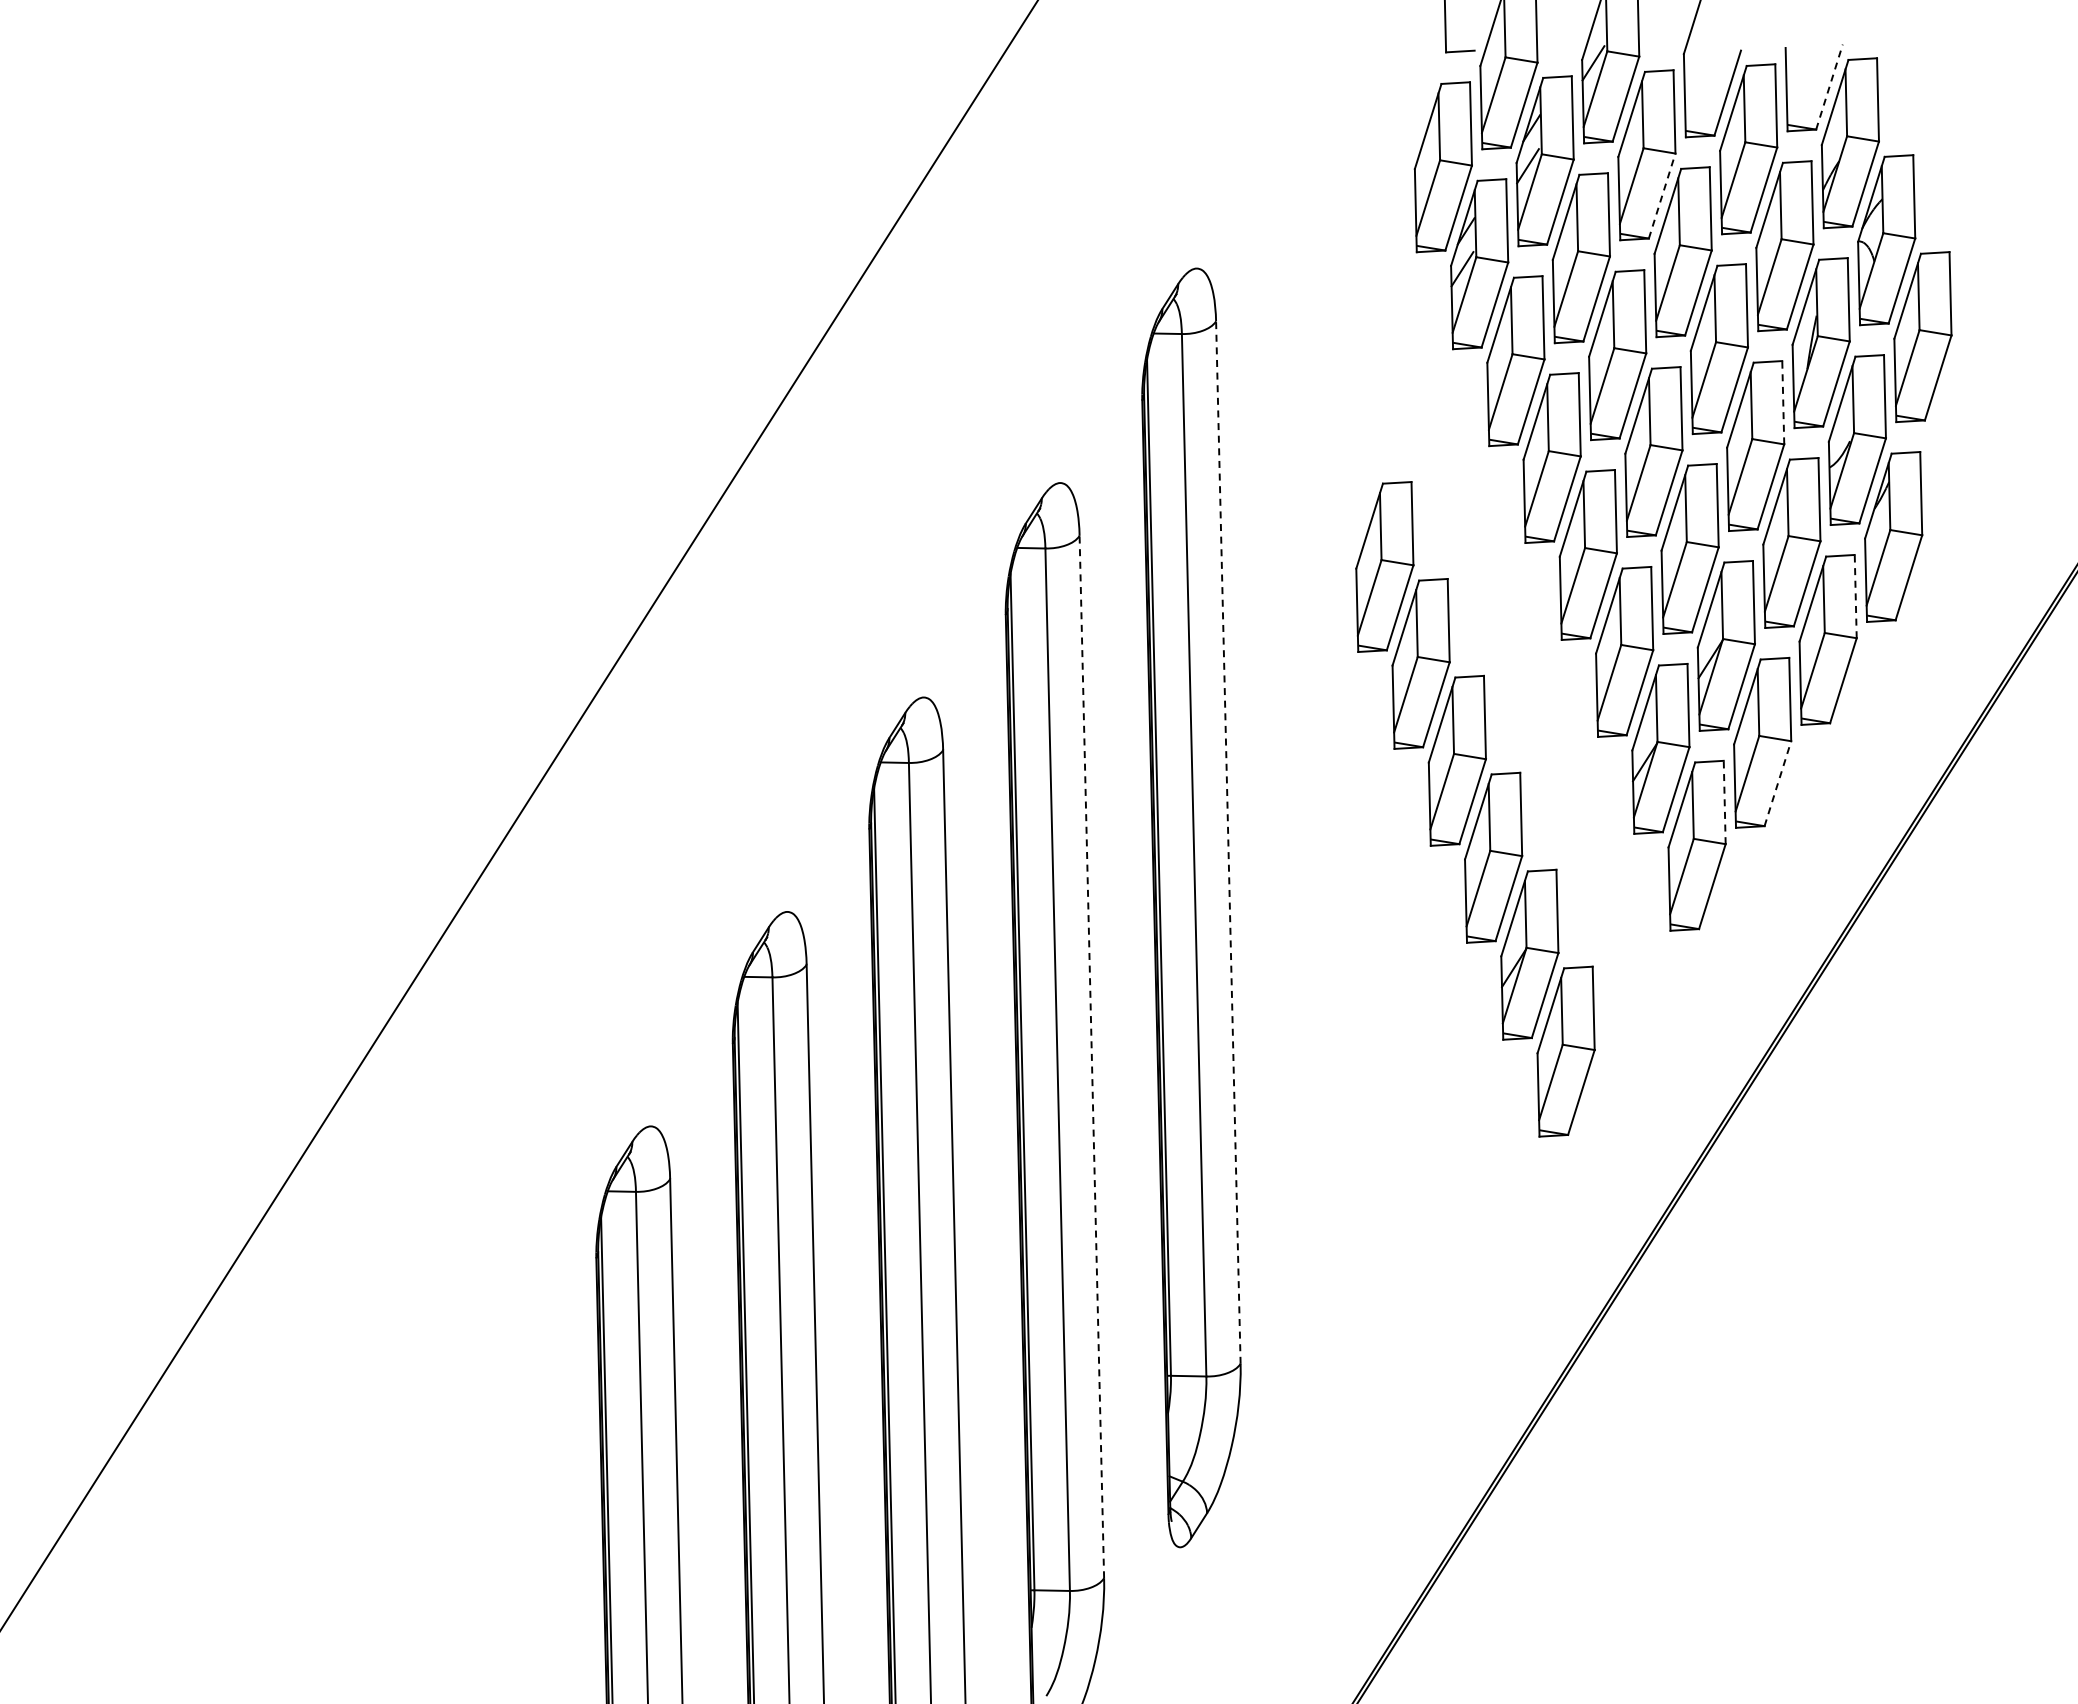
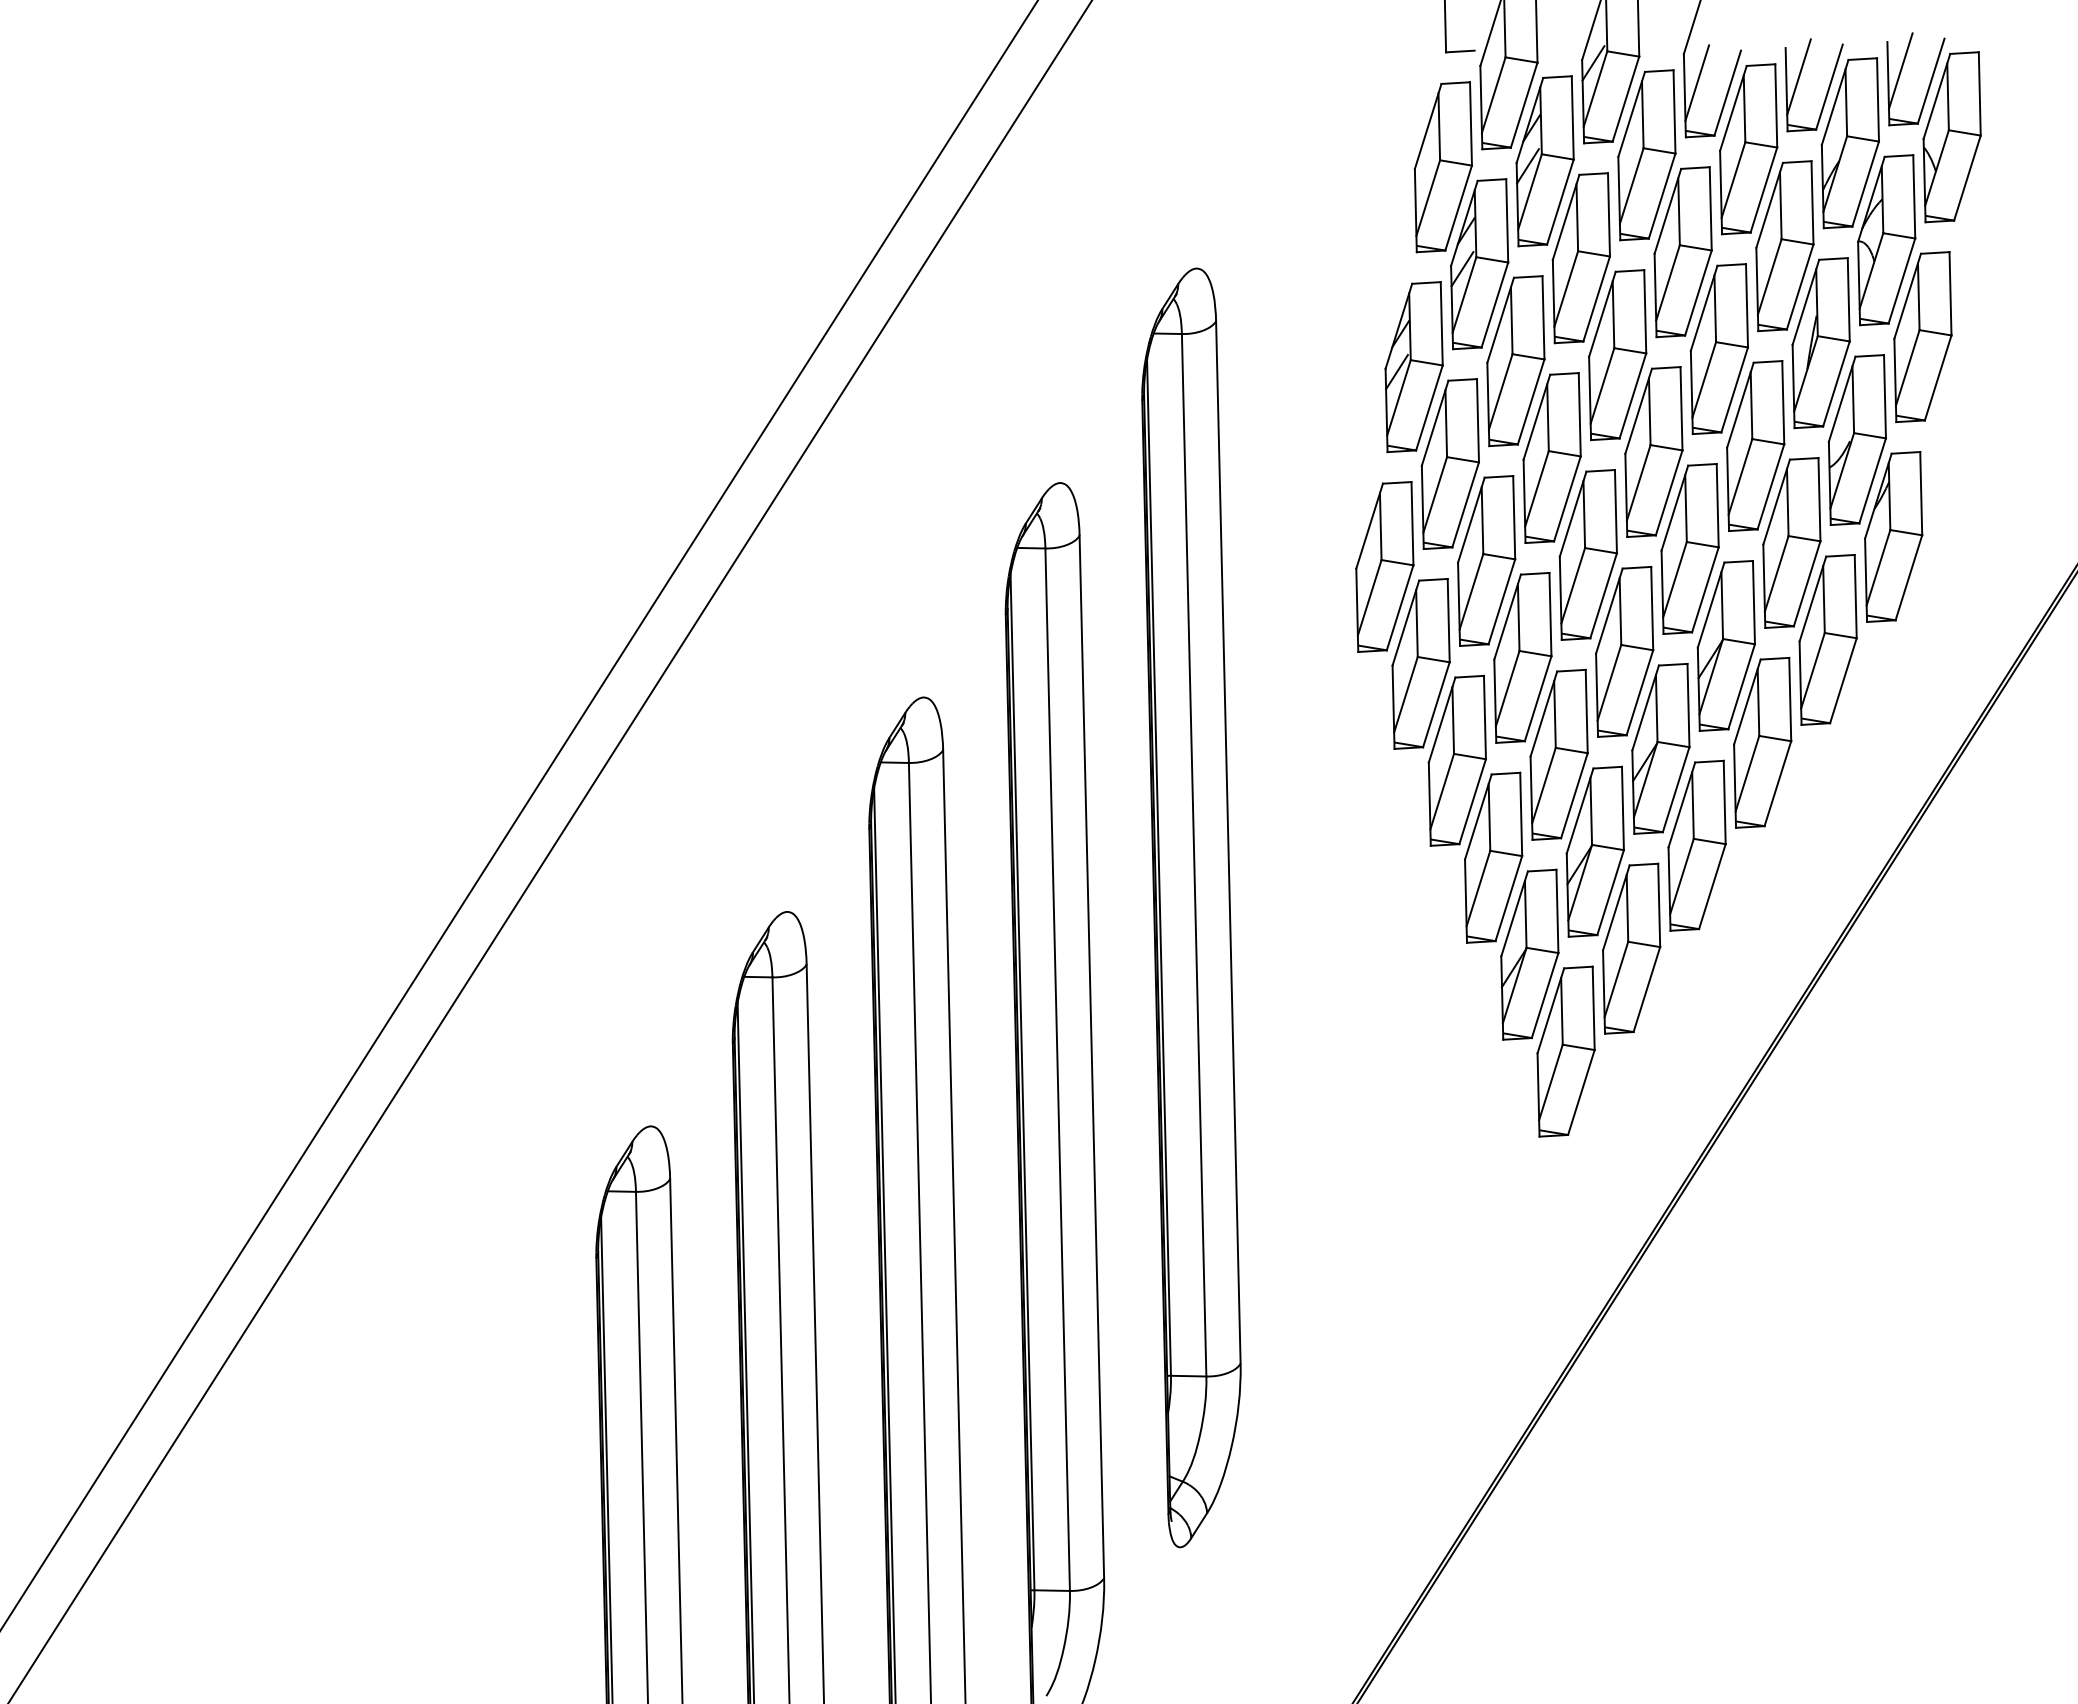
line at (1798, 76): none -> present
line at (1697, 82): none -> present
line at (1829, 87): dashed -> solid
part at (1933, 127): none -> present
line at (1662, 196): dashed -> solid
line at (1783, 402): dashed -> solid
line at (1855, 596): dashed -> solid
part at (1522, 657): none -> present
line at (1777, 783): dashed -> solid
line at (1724, 802): dashed -> solid
line at (1228, 842): dashed -> solid
line at (550, 851): none -> present
line at (1091, 1056): dashed -> solid
